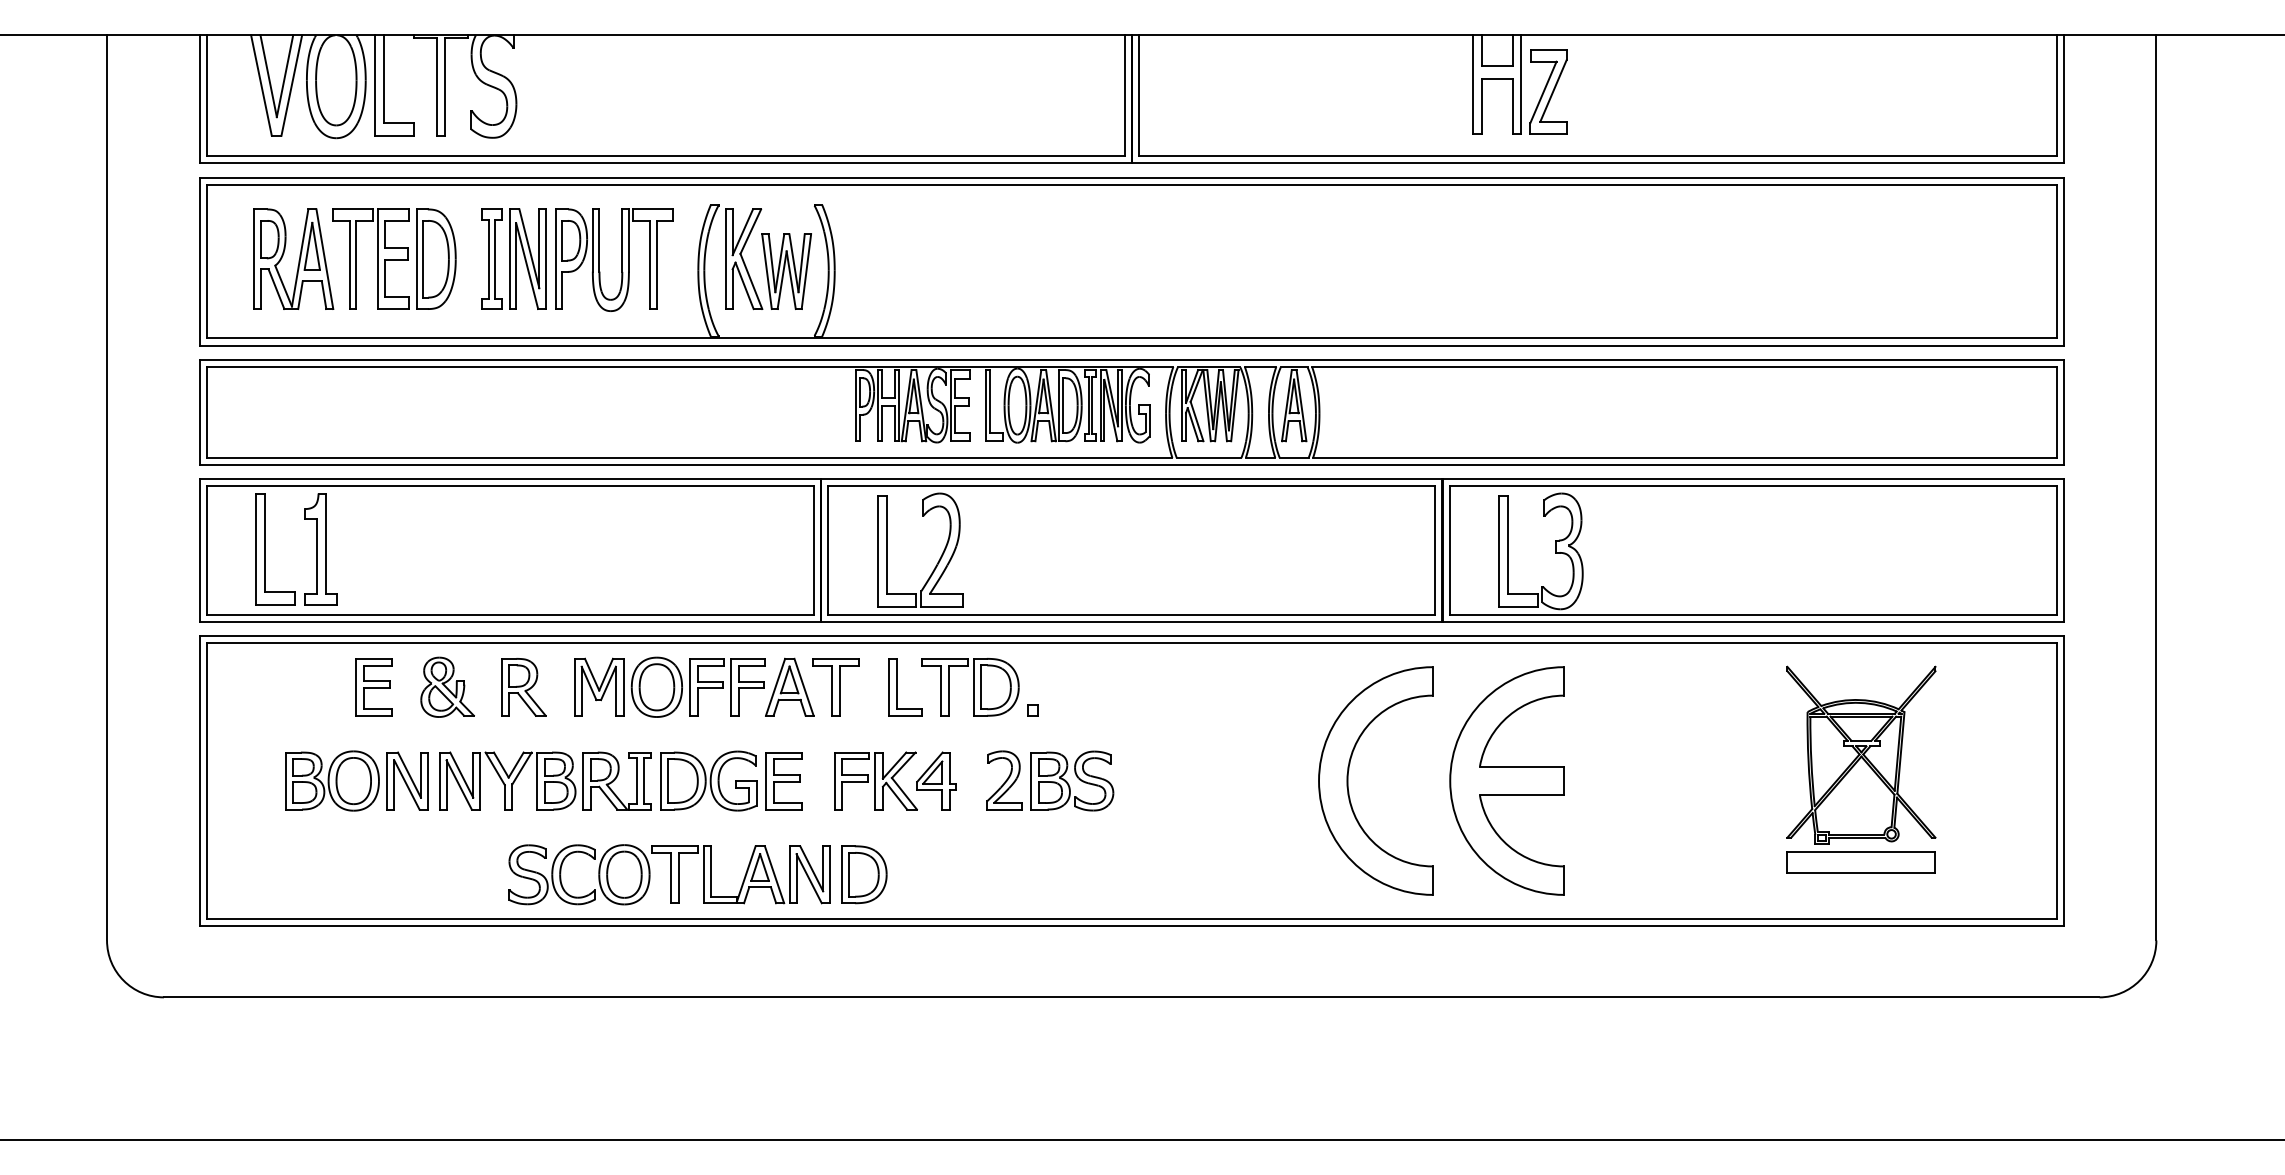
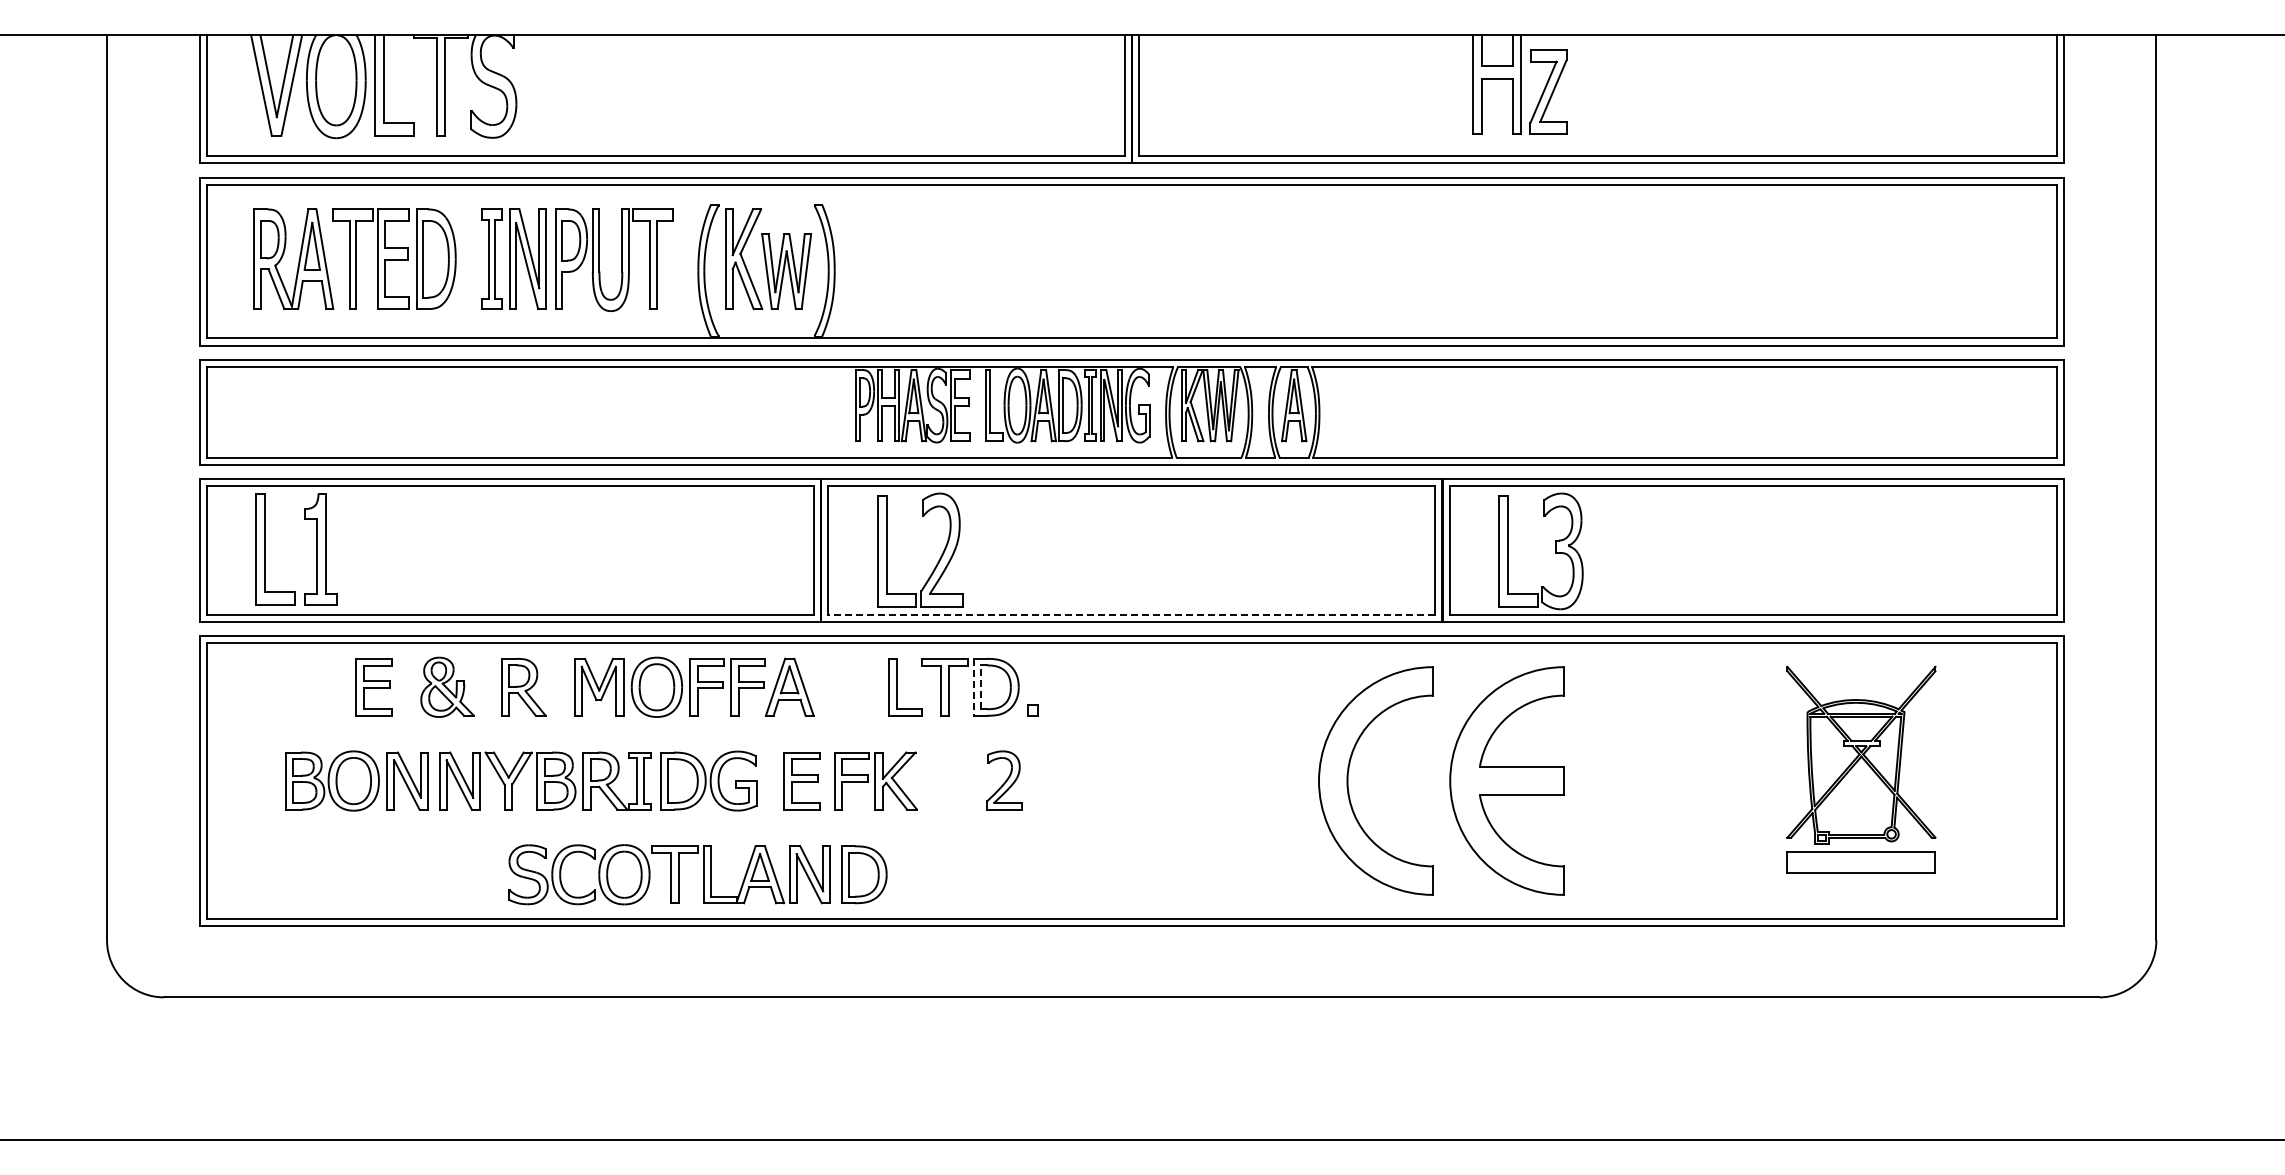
line at (1131, 614): solid -> dashed
part at (835, 687): present -> none
line at (973, 687): solid -> dashed
line at (981, 687): solid -> dashed
part at (936, 780): present -> none
part at (1072, 780): present -> none
part at (783, 781) position: (783, 781) -> (801, 781)
